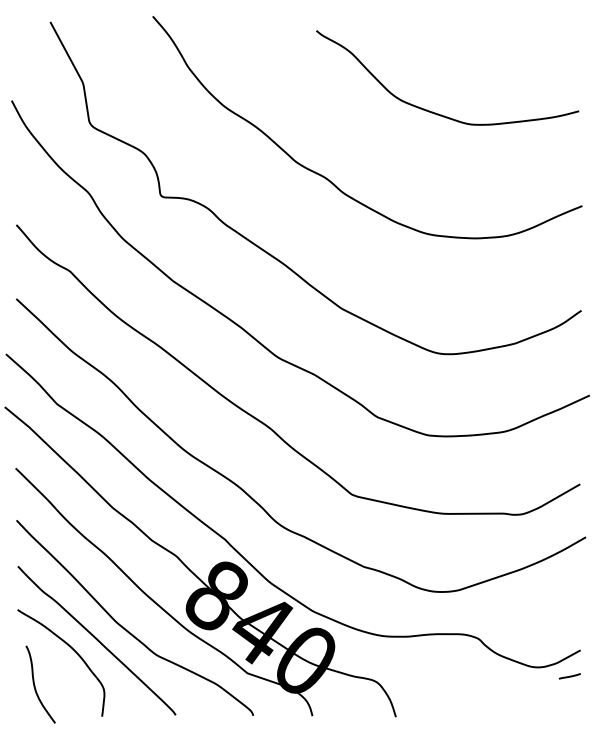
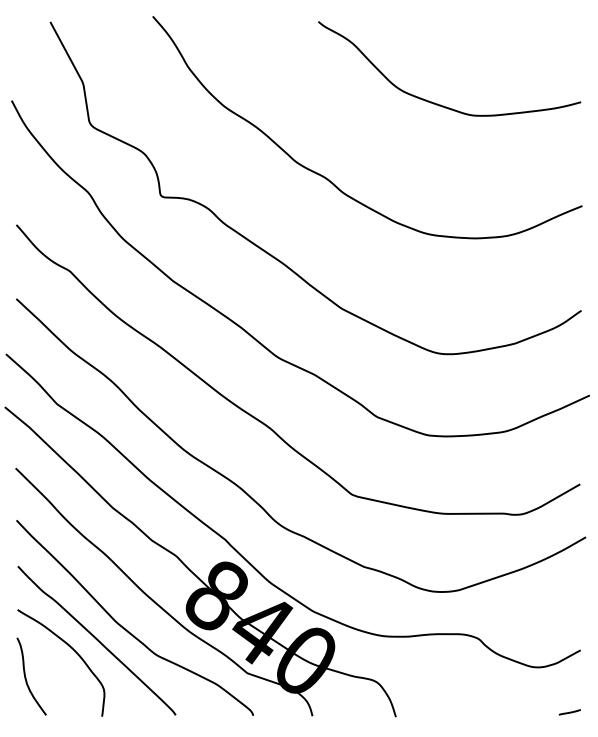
curve at (435, 112) position: (435, 112) -> (437, 103)
line at (569, 676) position: (569, 676) -> (569, 712)
curve at (35, 685) position: (35, 685) -> (26, 677)
